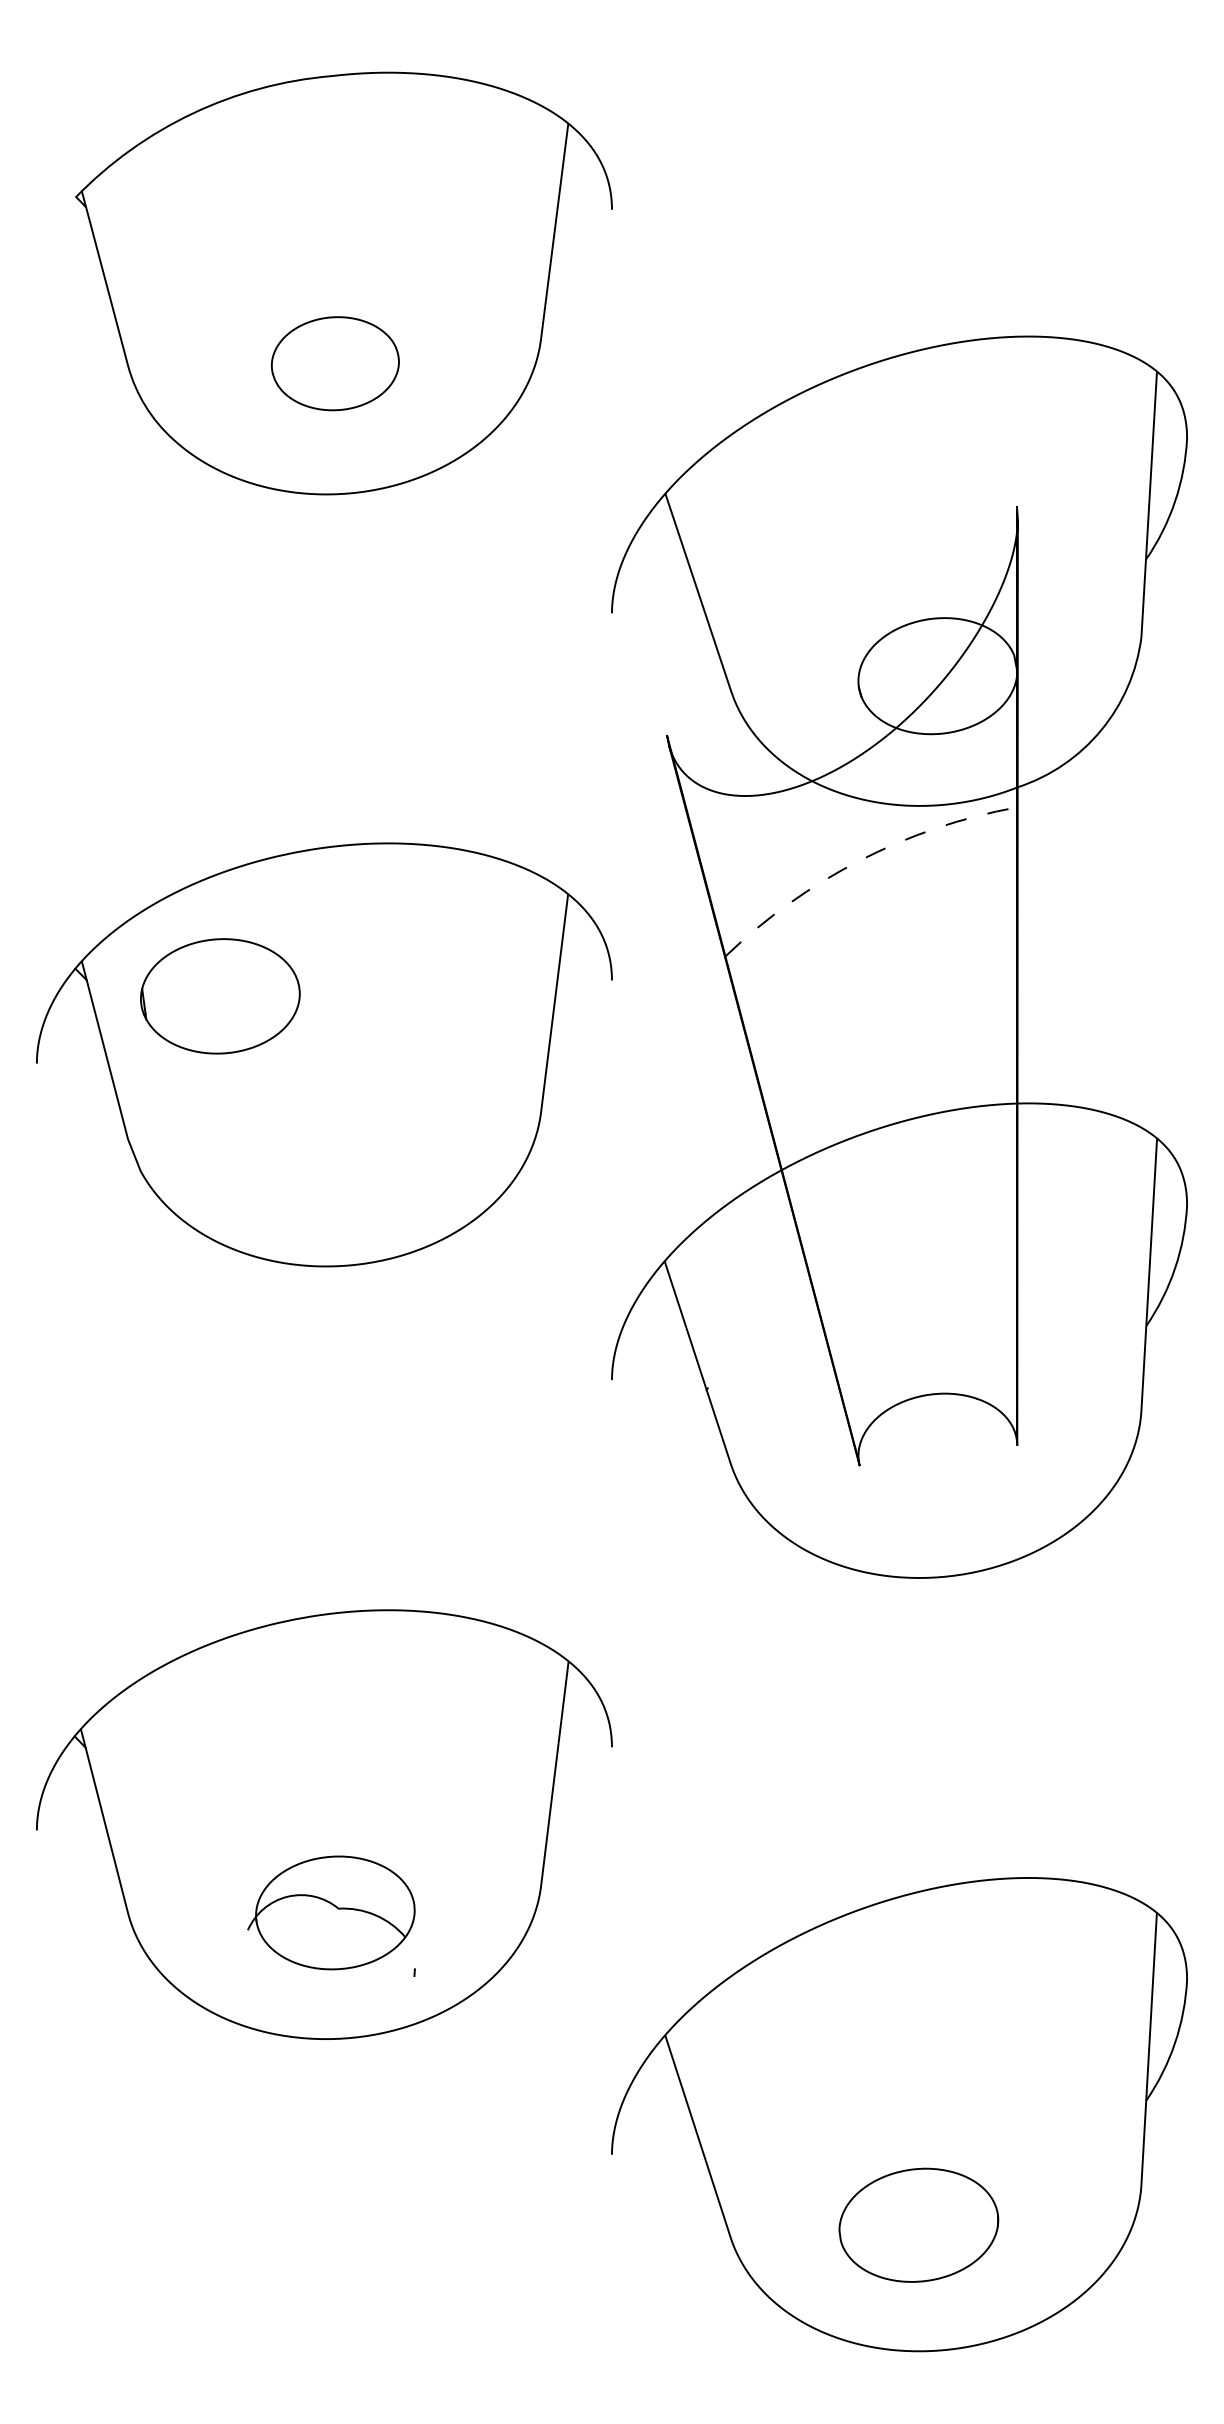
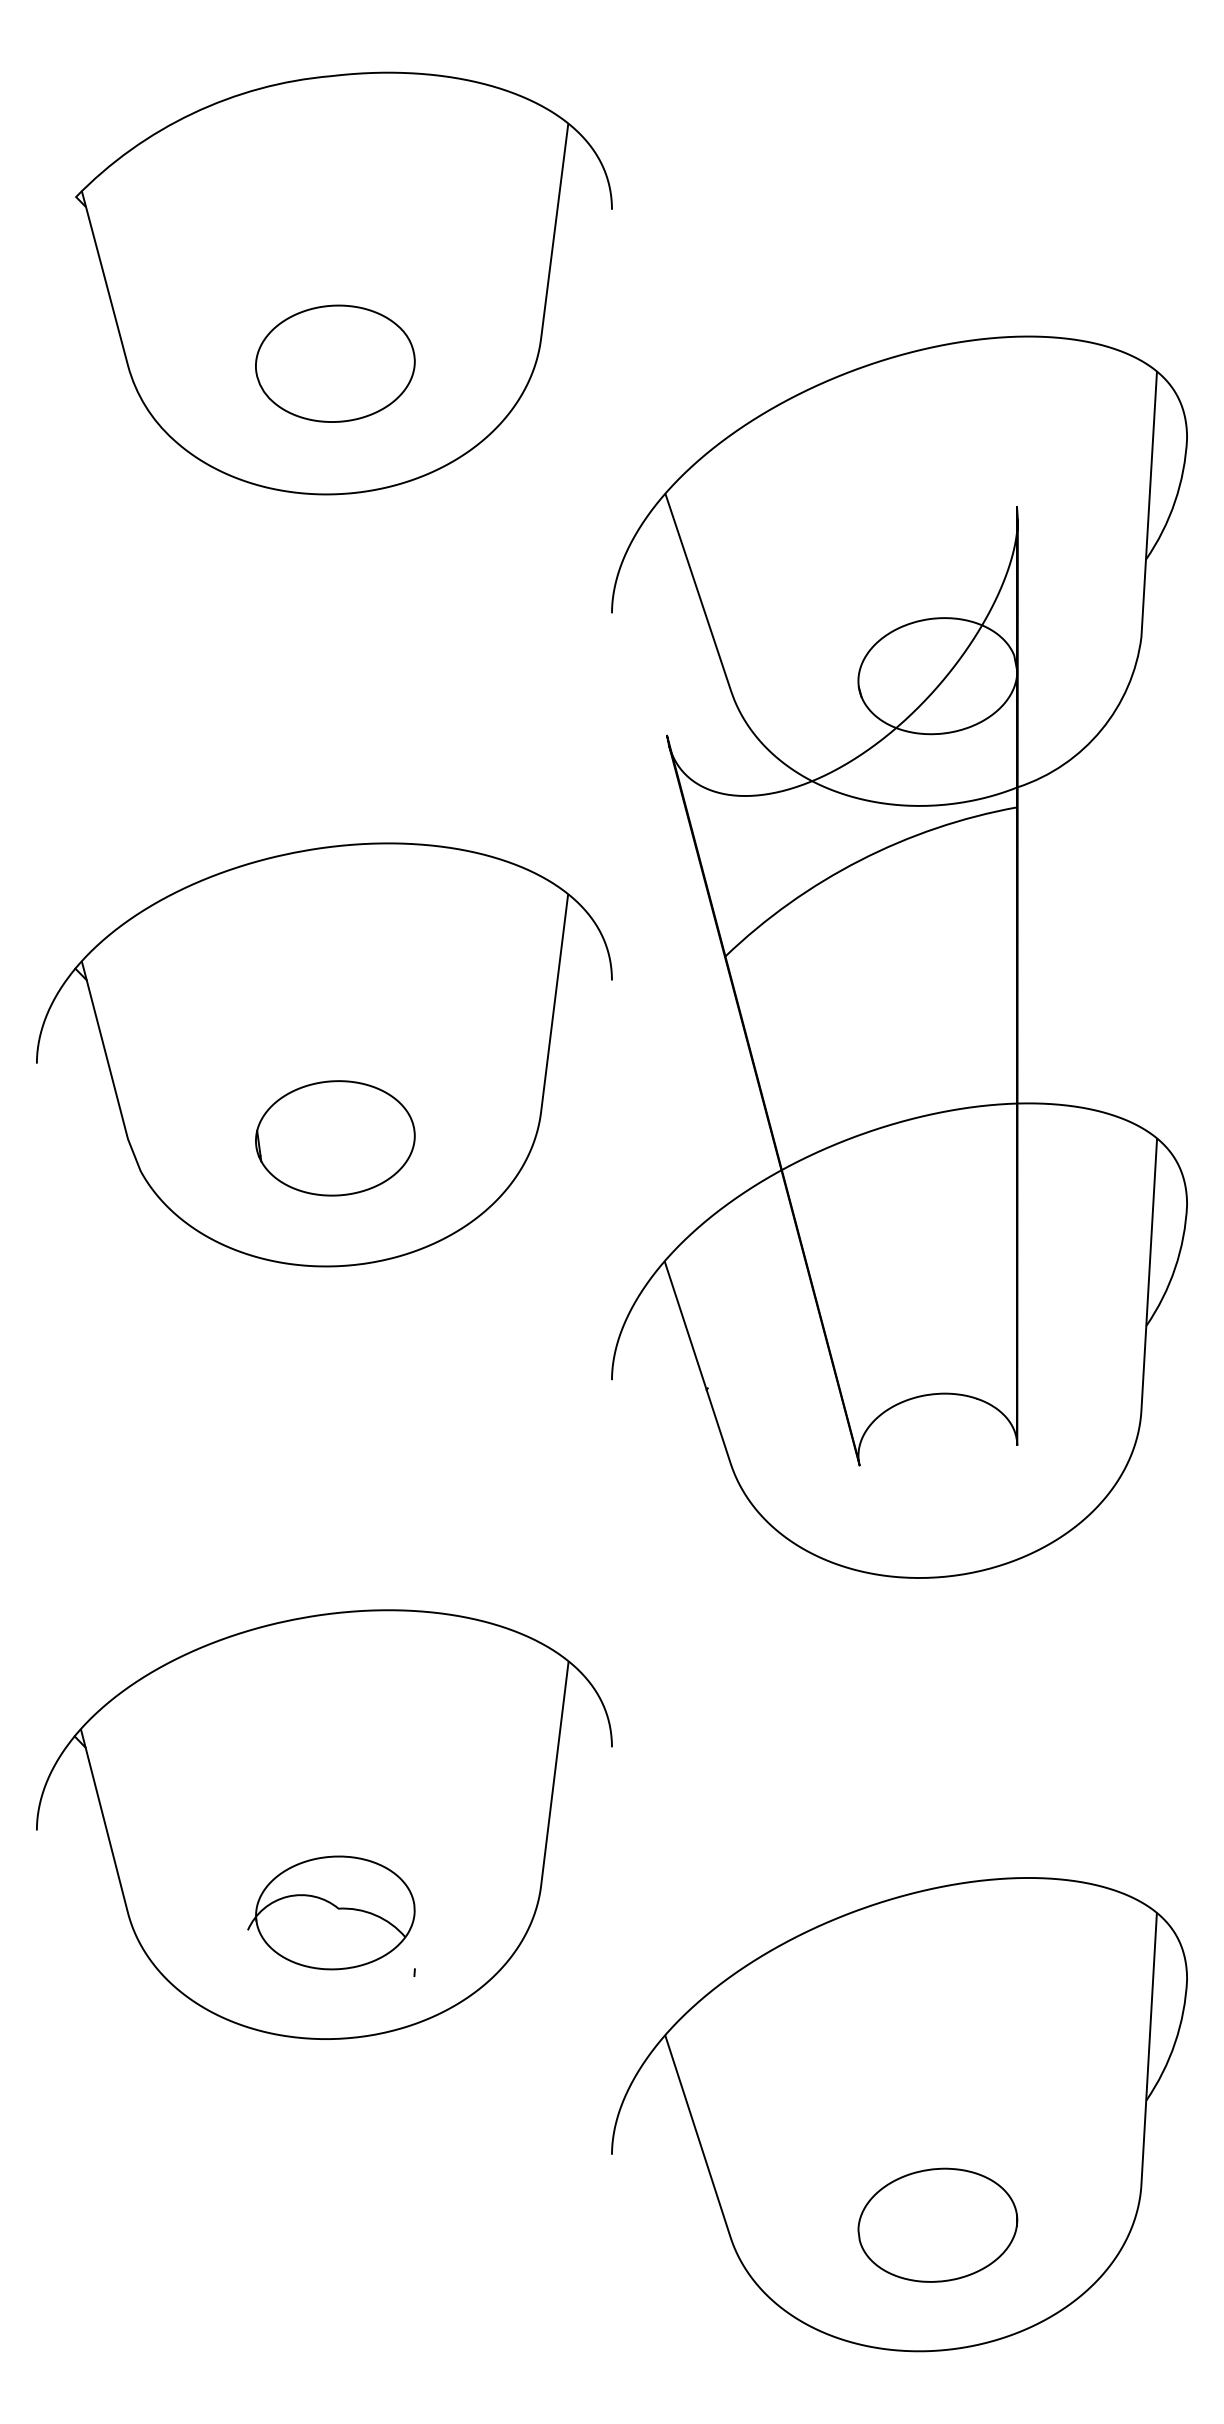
part at (335, 363) size: 129x96 px -> 161x119 px
line at (861, 860): dashed -> solid
part at (220, 996) position: (220, 996) -> (335, 1138)
part at (918, 2224) position: (918, 2224) -> (937, 2224)
